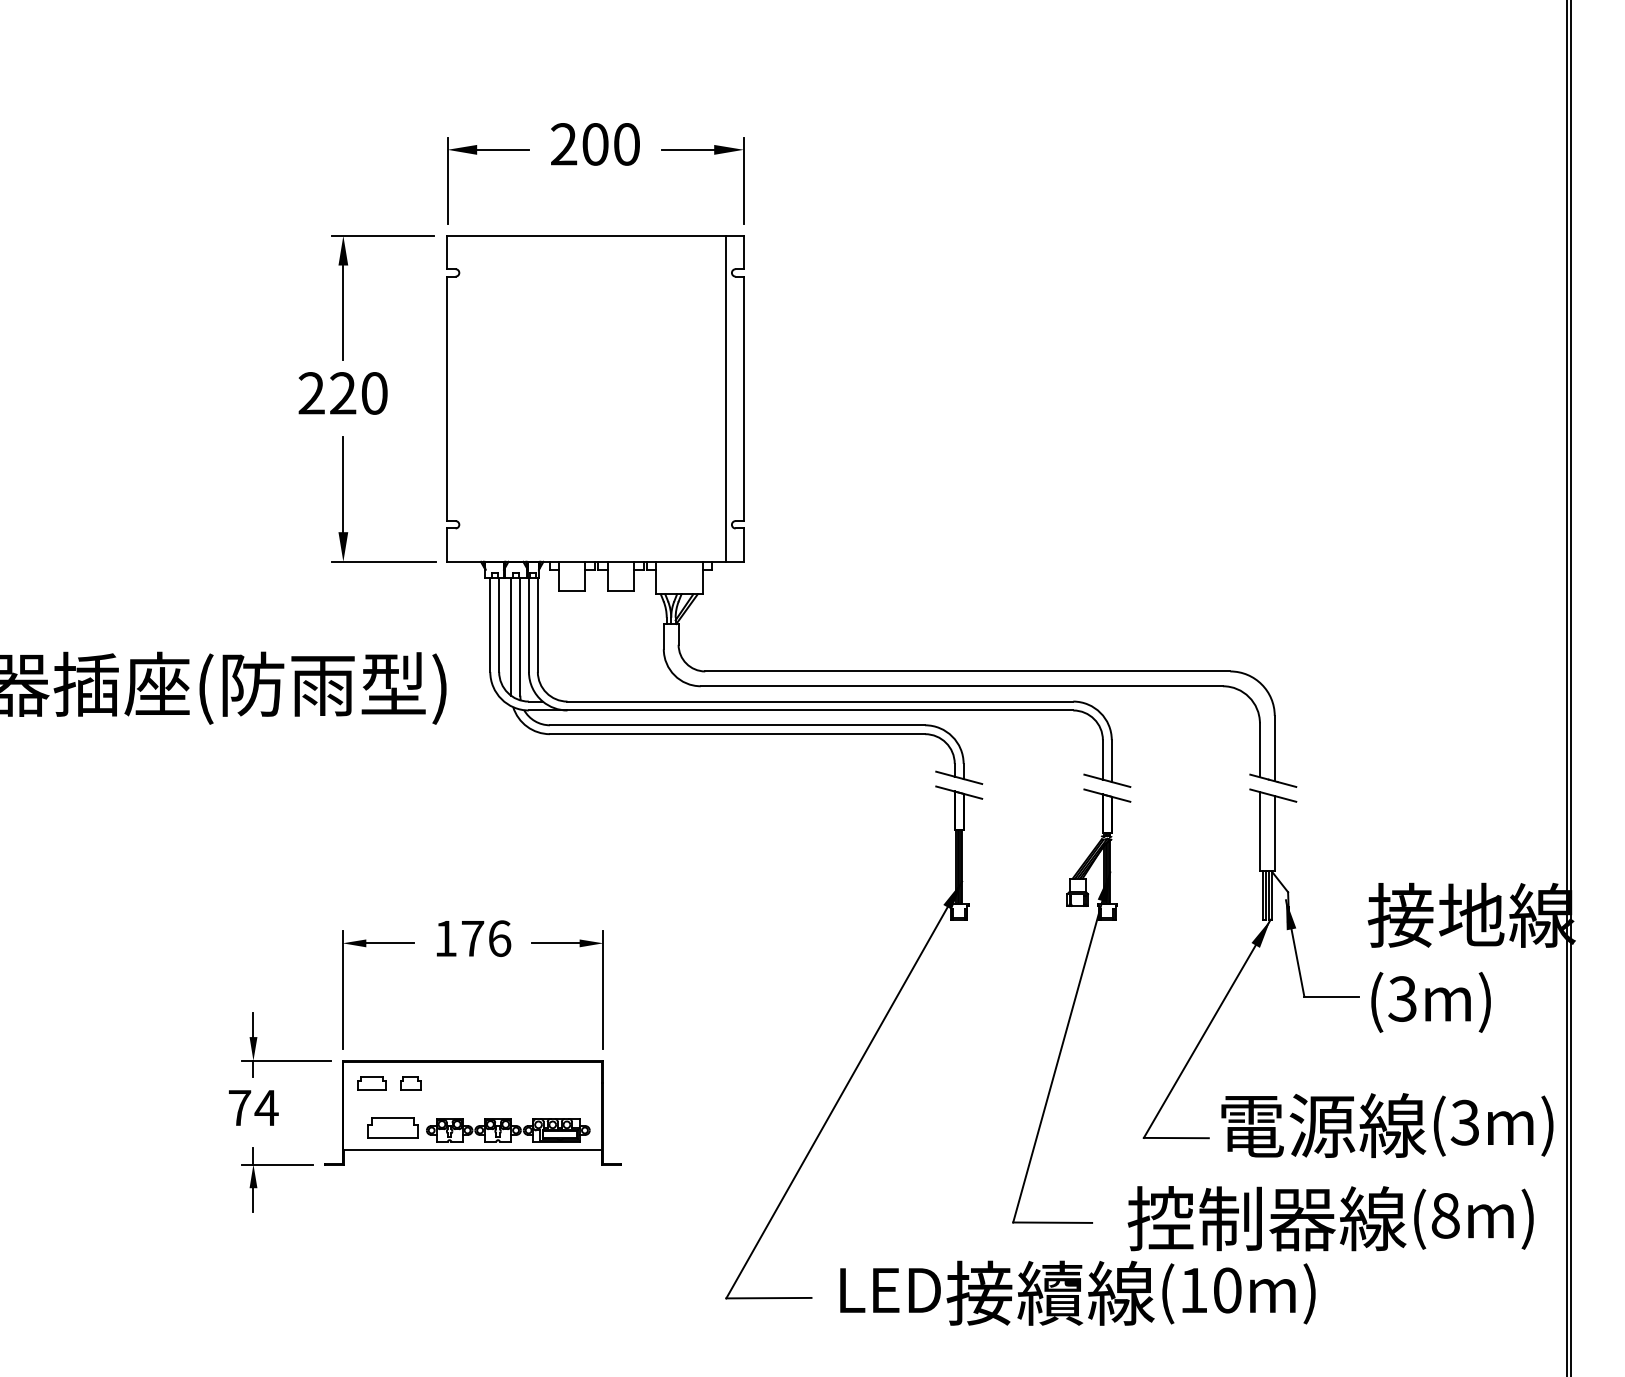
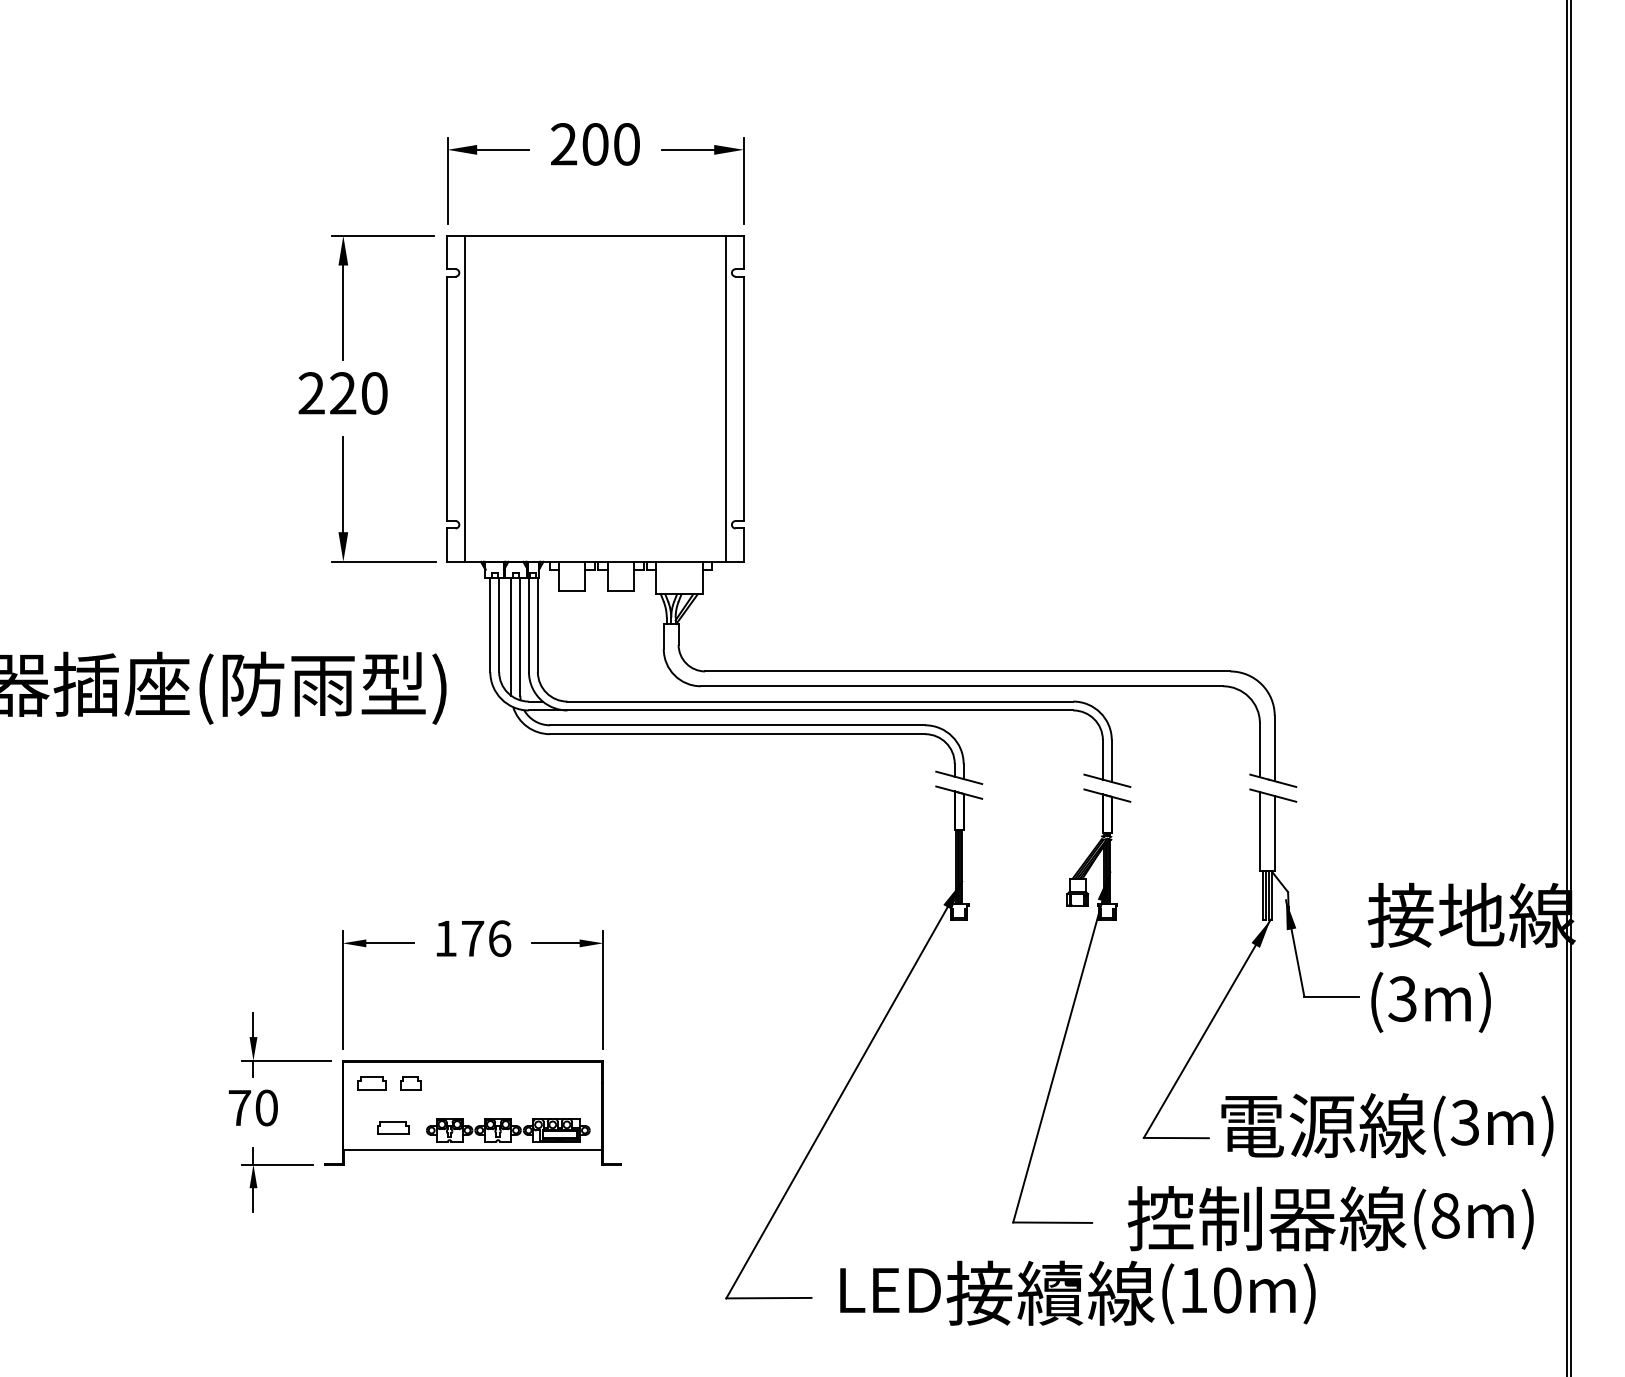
line at (465, 398): none -> present
text at (266, 1107): 74 -> 70
part at (392, 1127) size: 52x22 px -> 33x14 px
